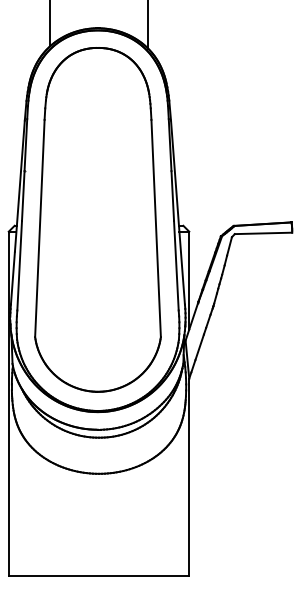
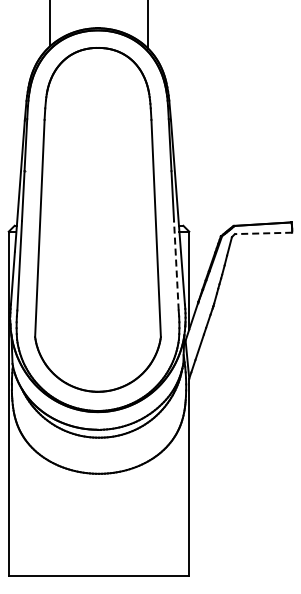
line at (263, 233): solid -> dashed
line at (176, 265): solid -> dashed
